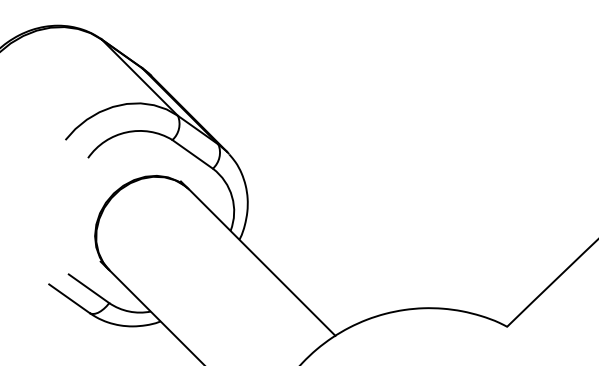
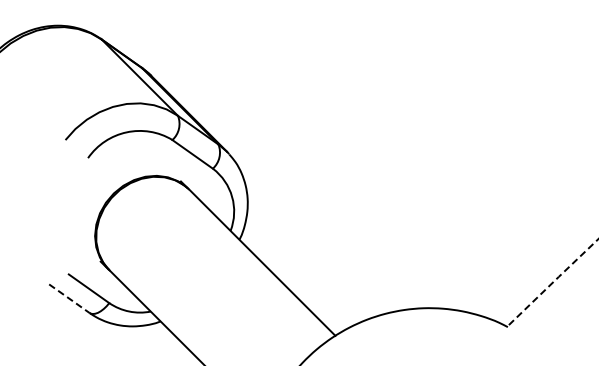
arc at (552, 283): solid -> dashed
line at (69, 298): solid -> dashed
